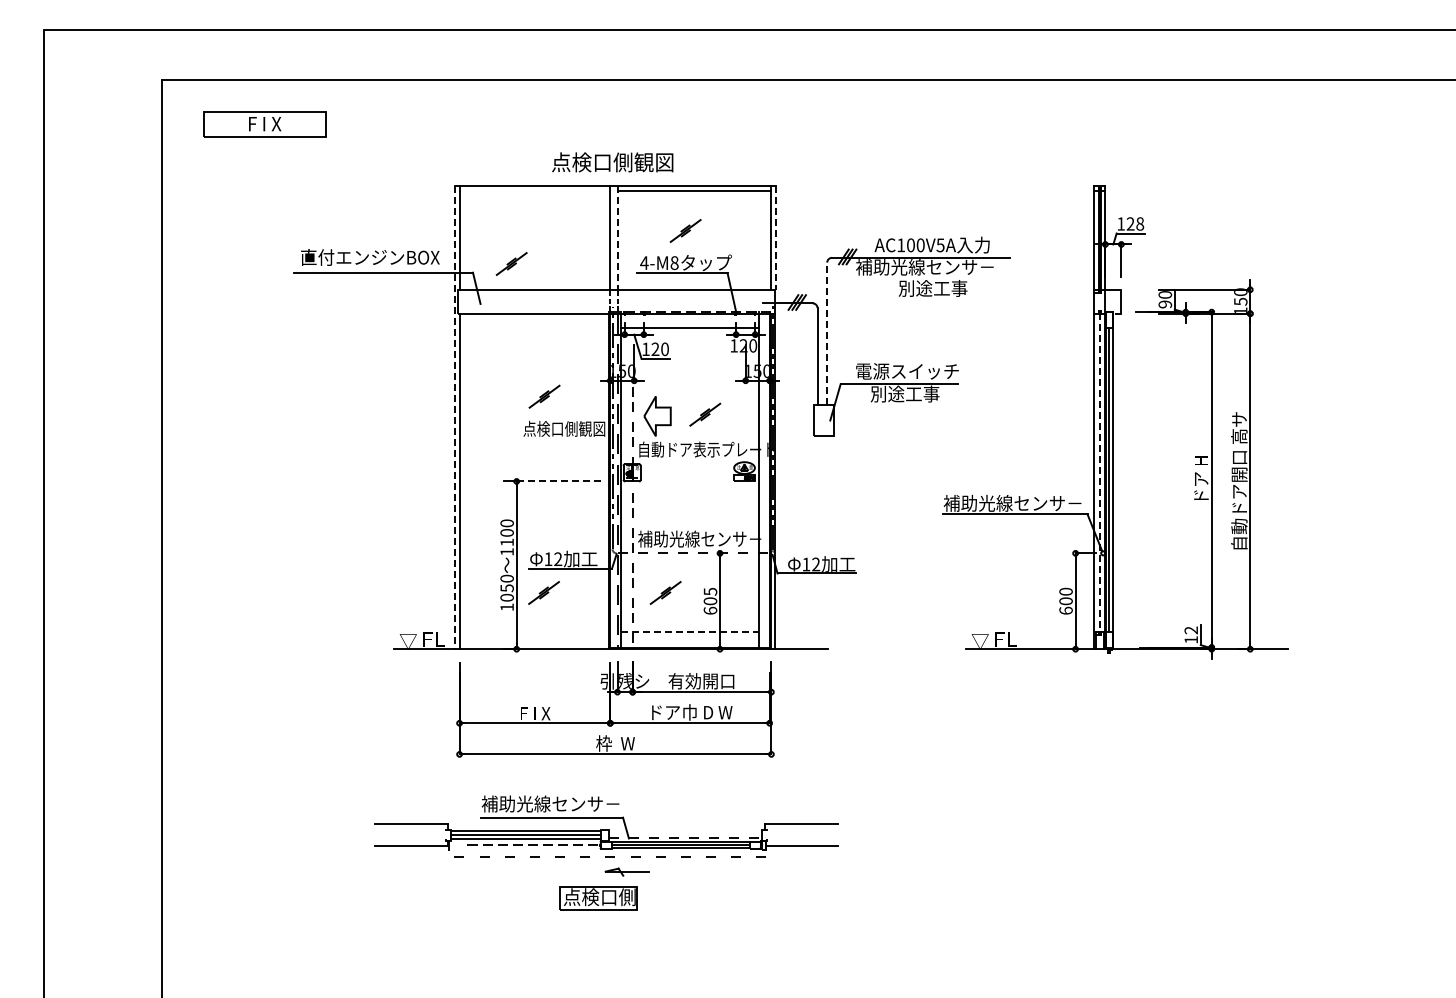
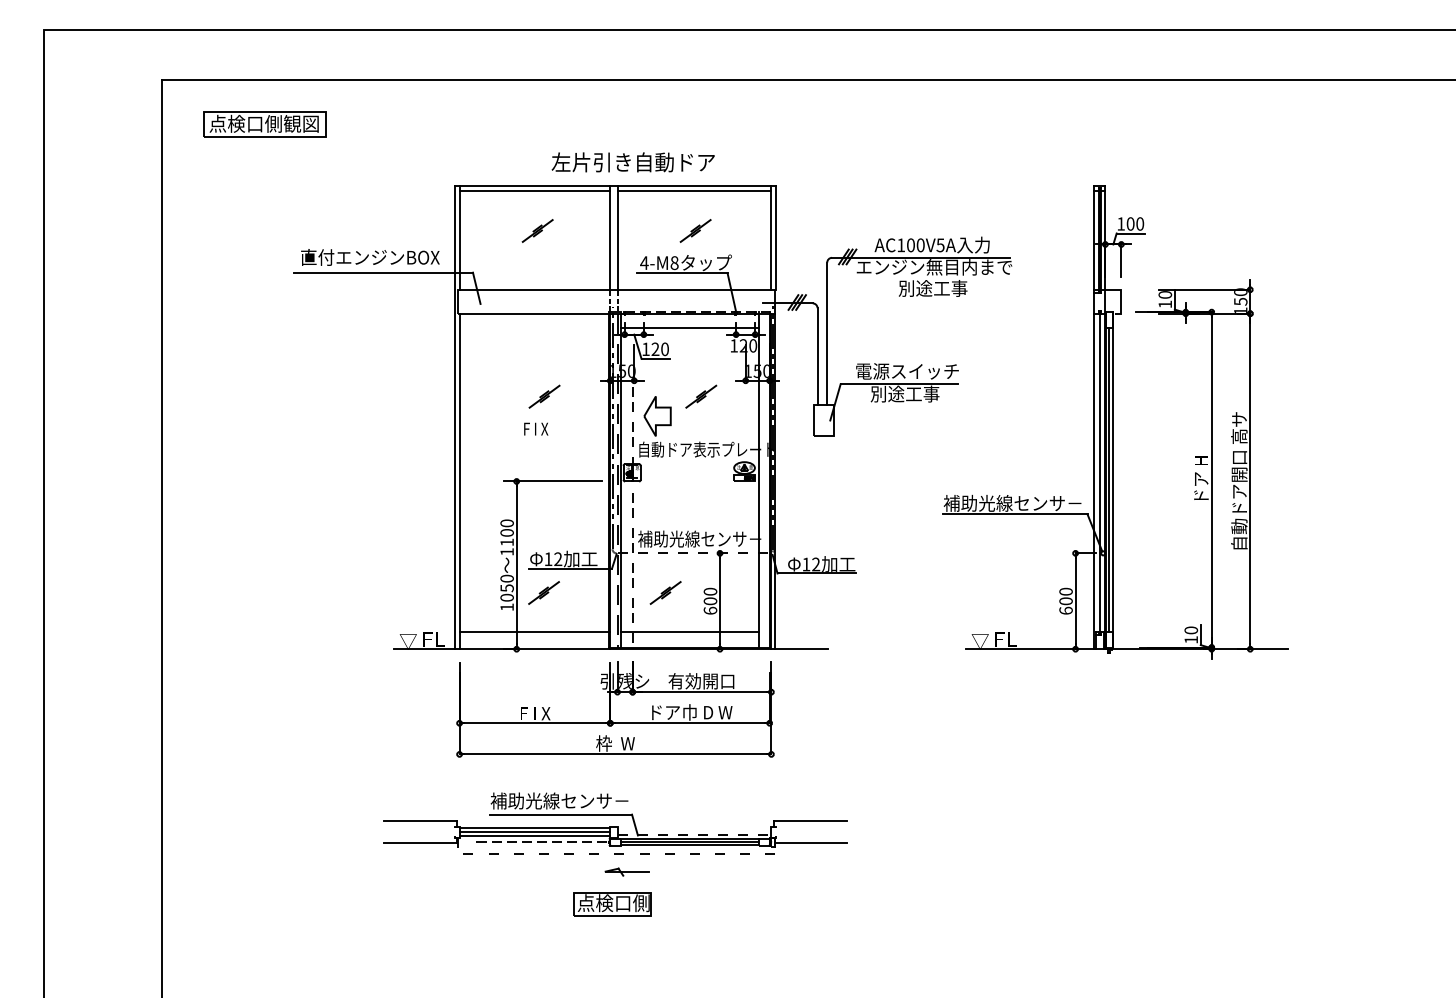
text at (263, 123): F I X -> 点検口側観図
text at (632, 162): 点検口側観図 -> 左片引き自動ドア
line at (534, 190): none -> present
text at (1135, 223): 128 -> 100
part at (685, 230) position: (685, 230) -> (695, 230)
line at (617, 237): dashed -> solid
line at (776, 237): dashed -> solid
part at (511, 263) position: (511, 263) -> (537, 230)
text at (934, 267): 補助光線センサ－ -> エンジン無目内まで
text at (1165, 304): 90 -> 10
line at (827, 333): dashed -> solid
part at (705, 414) position: (705, 414) -> (701, 396)
line at (454, 417): dashed -> solid
text at (564, 428): 点検口側観図 -> F I X
line at (1099, 473): dashed -> solid
line at (559, 481): dashed -> solid
text at (710, 591): 605 -> 600
text at (1191, 630): 12 -> 10
line at (534, 631): none -> present
line at (690, 631): dashed -> solid
part at (606, 826) position: (606, 826) -> (615, 823)
part at (598, 898) position: (598, 898) -> (612, 904)
